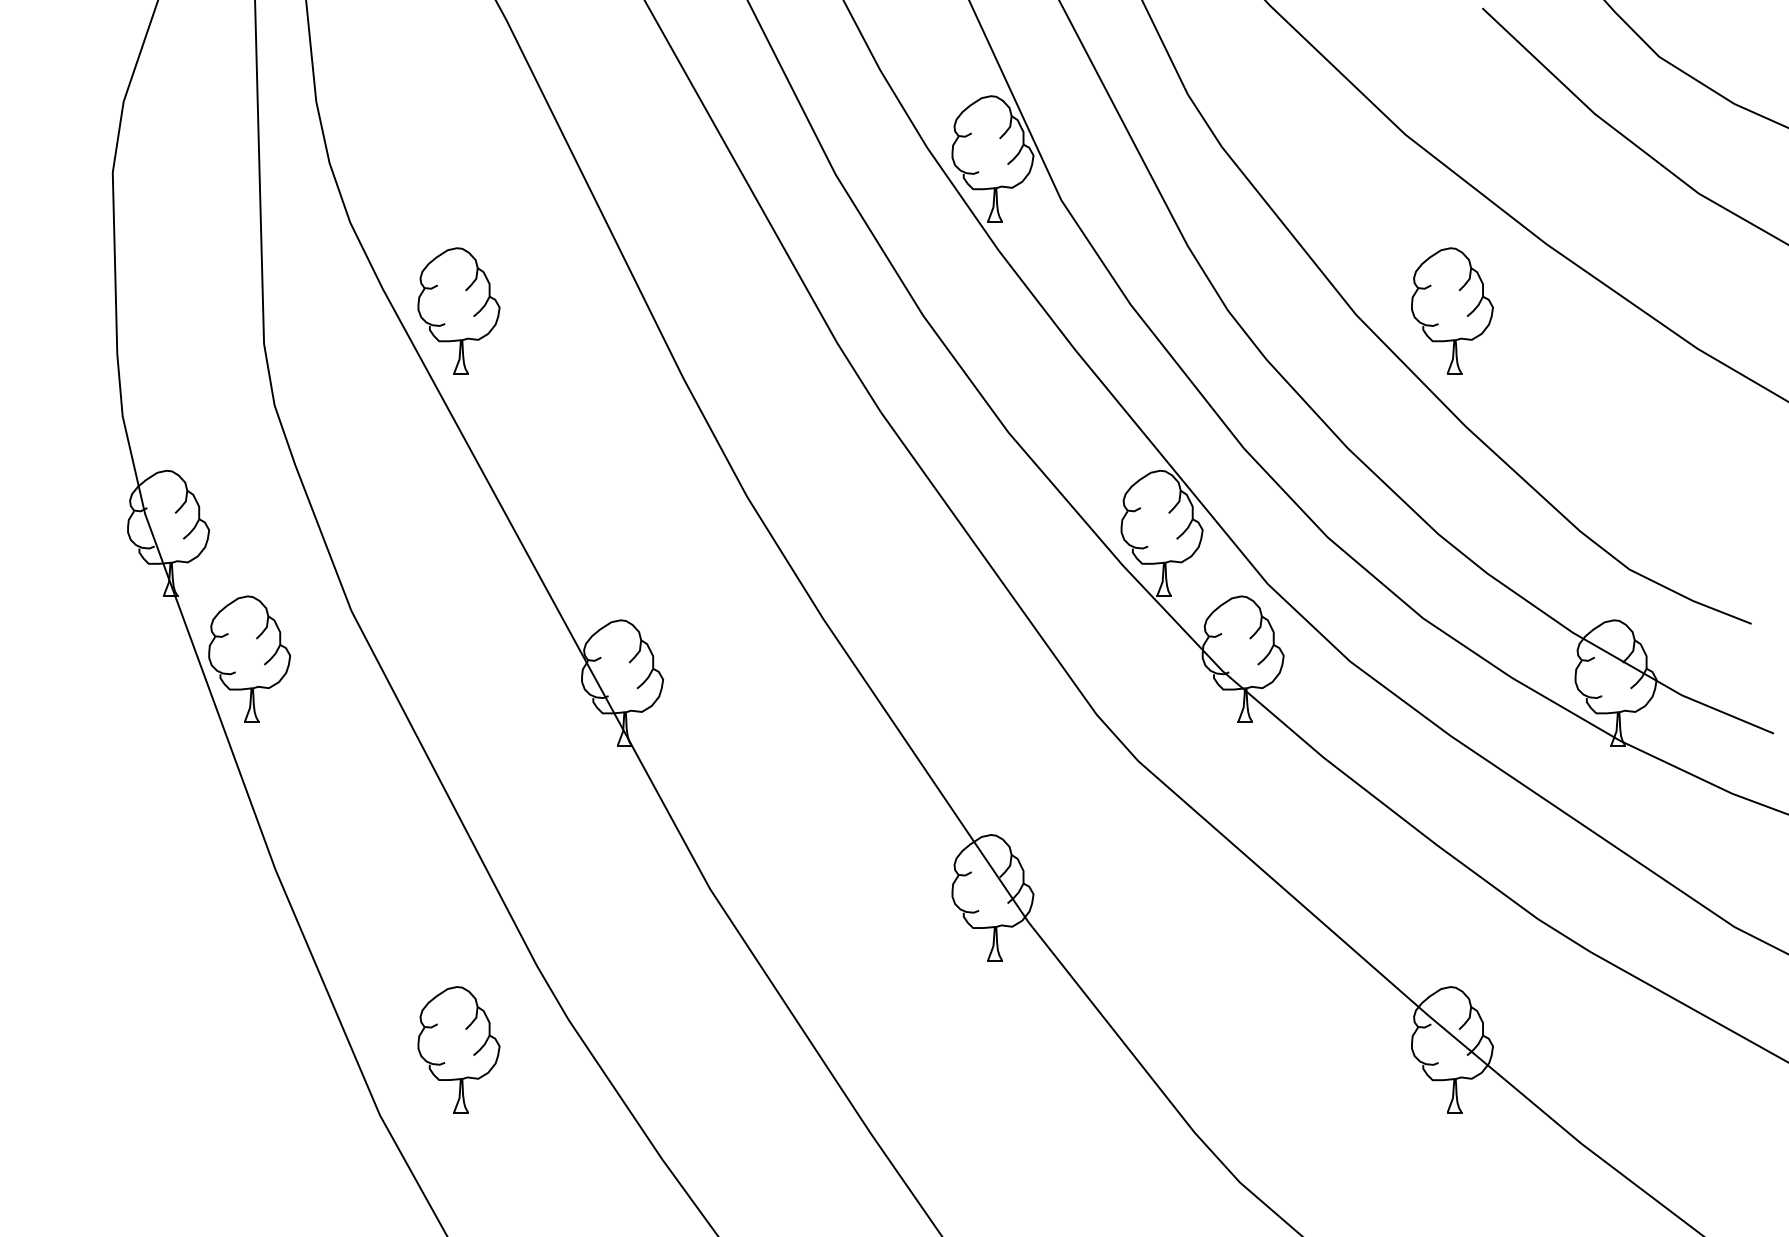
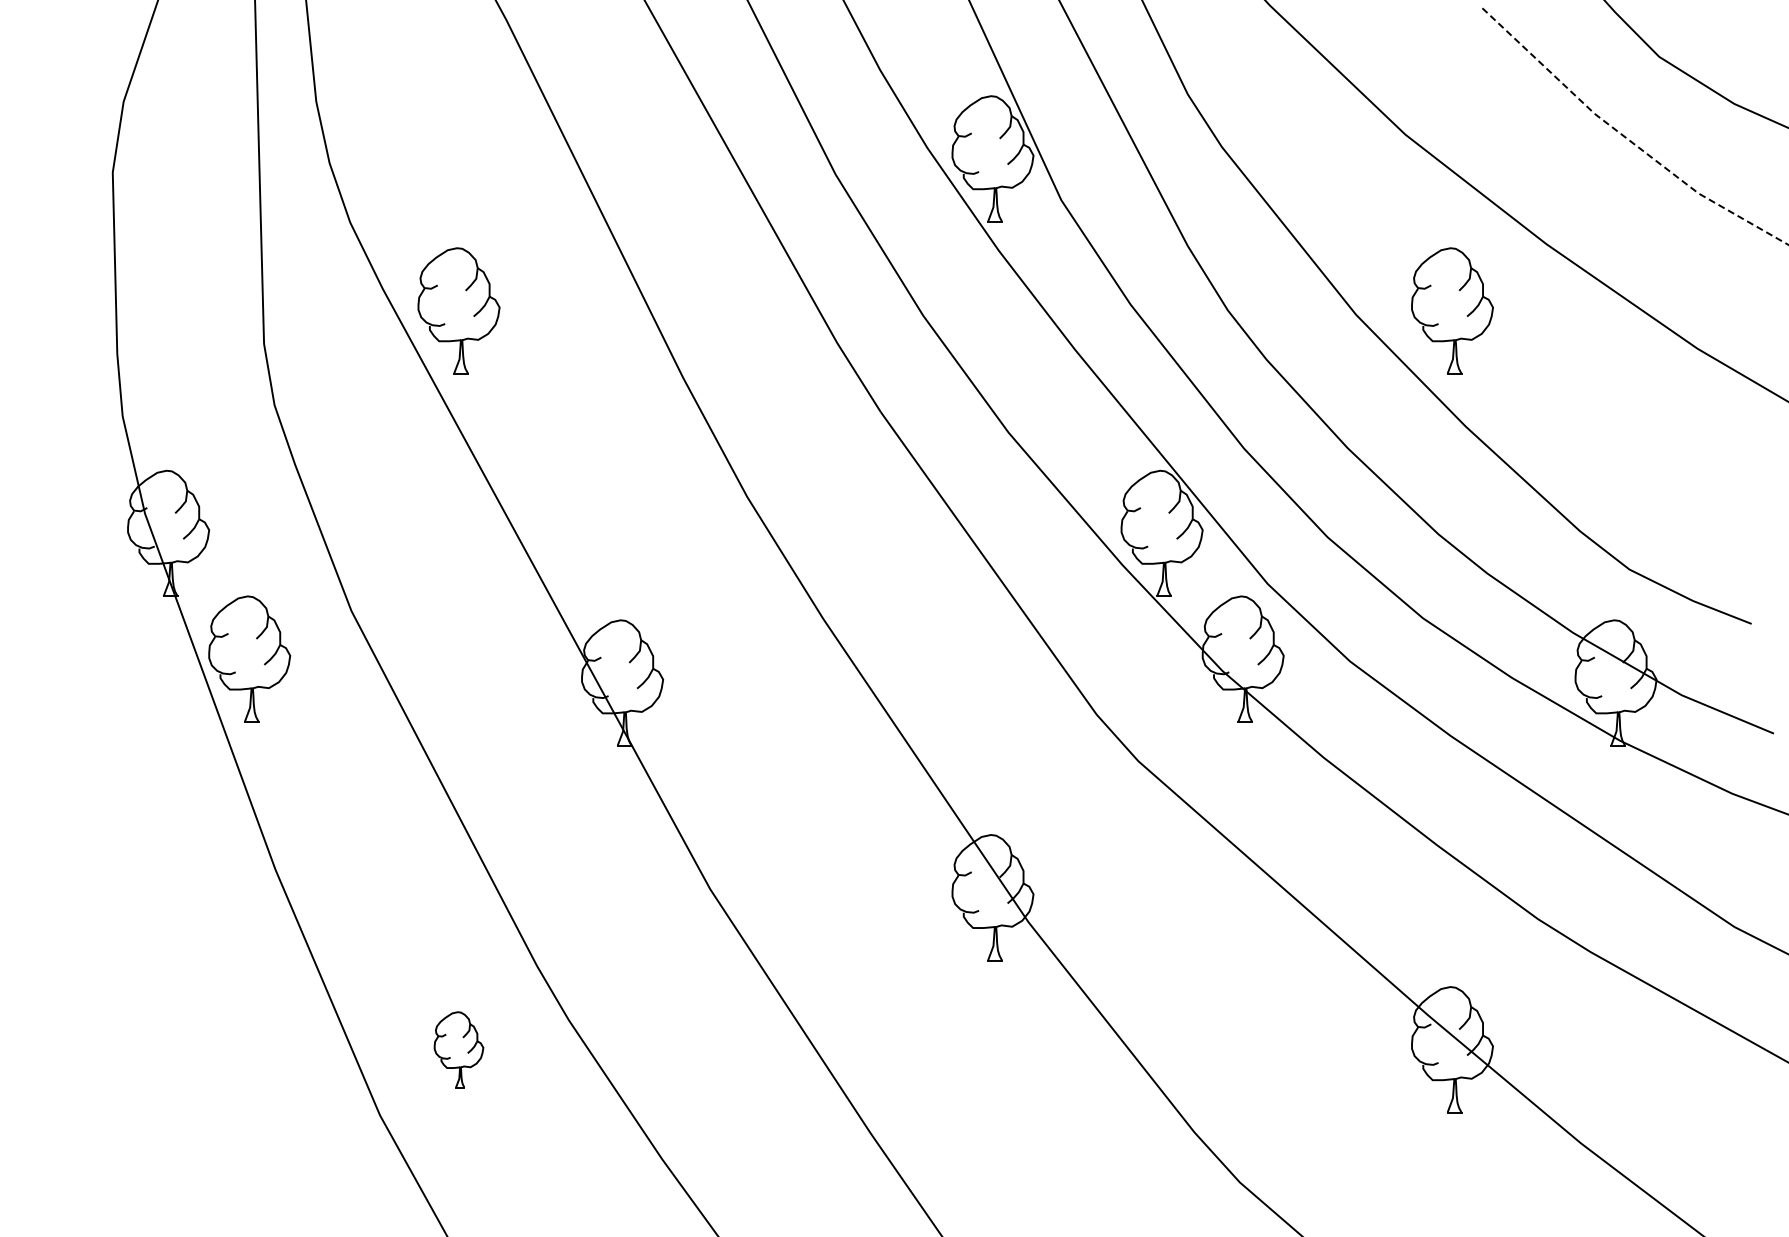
line at (1626, 138): solid -> dashed
part at (458, 1049) size: 84x128 px -> 52x78 px
